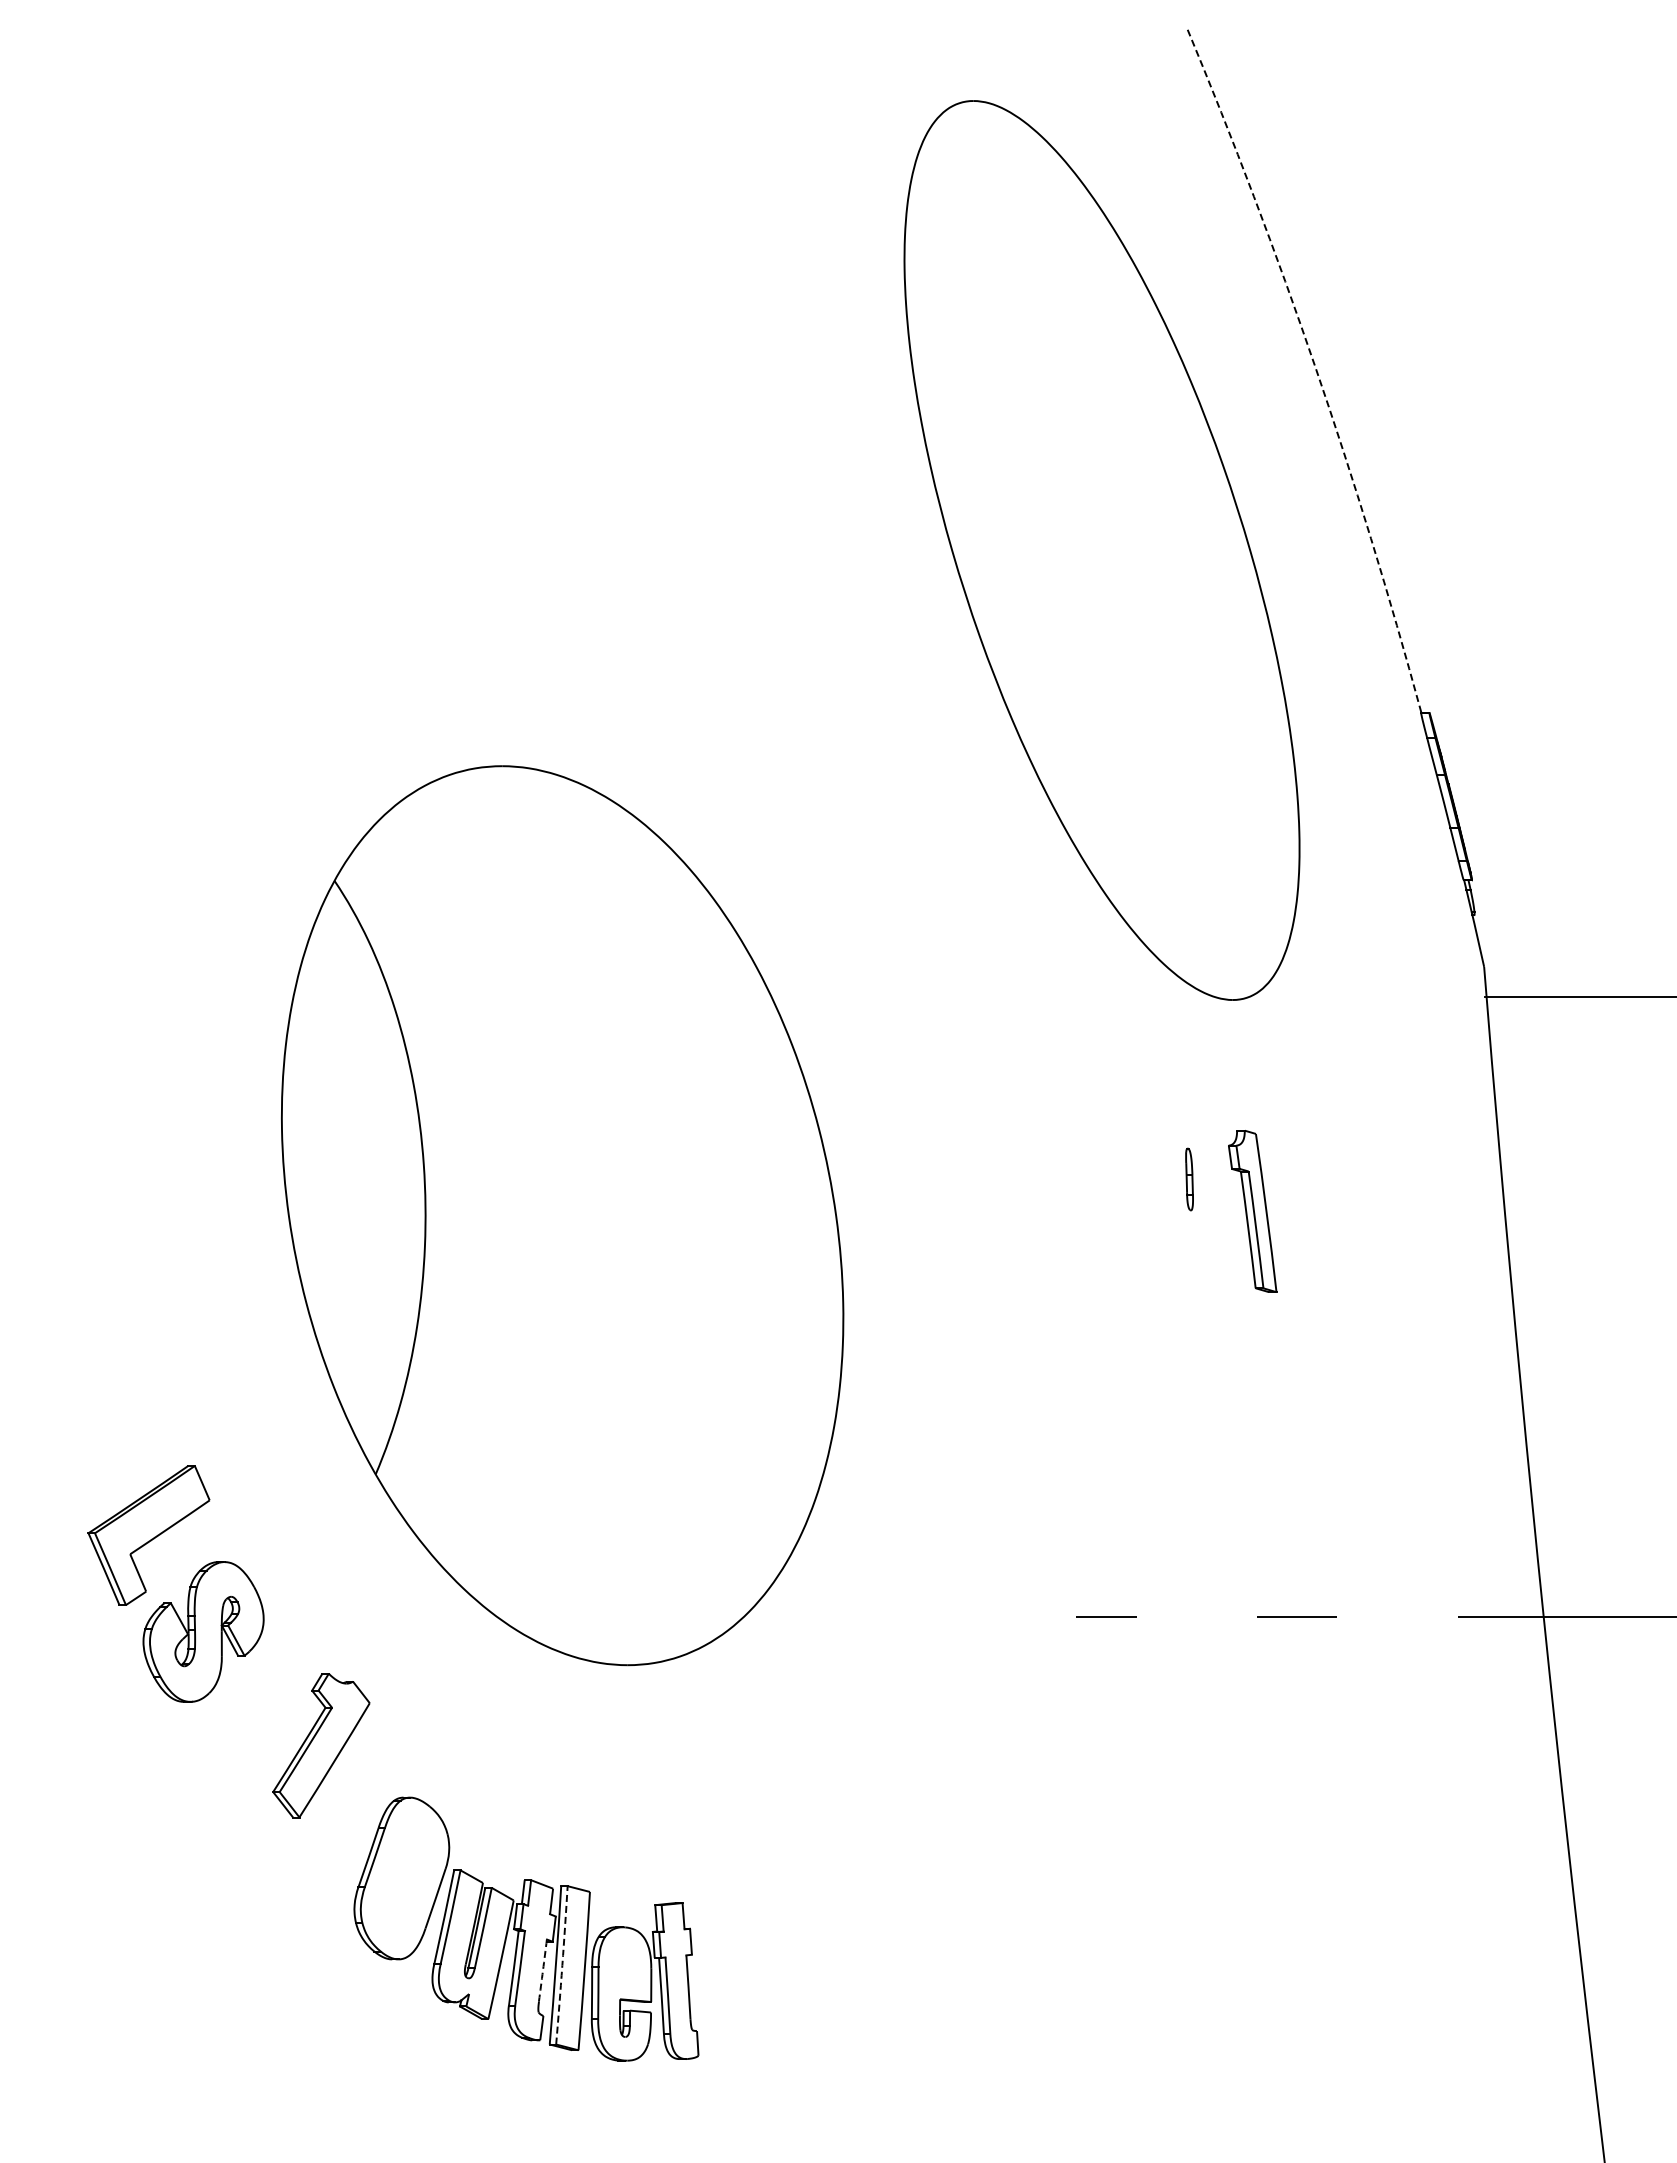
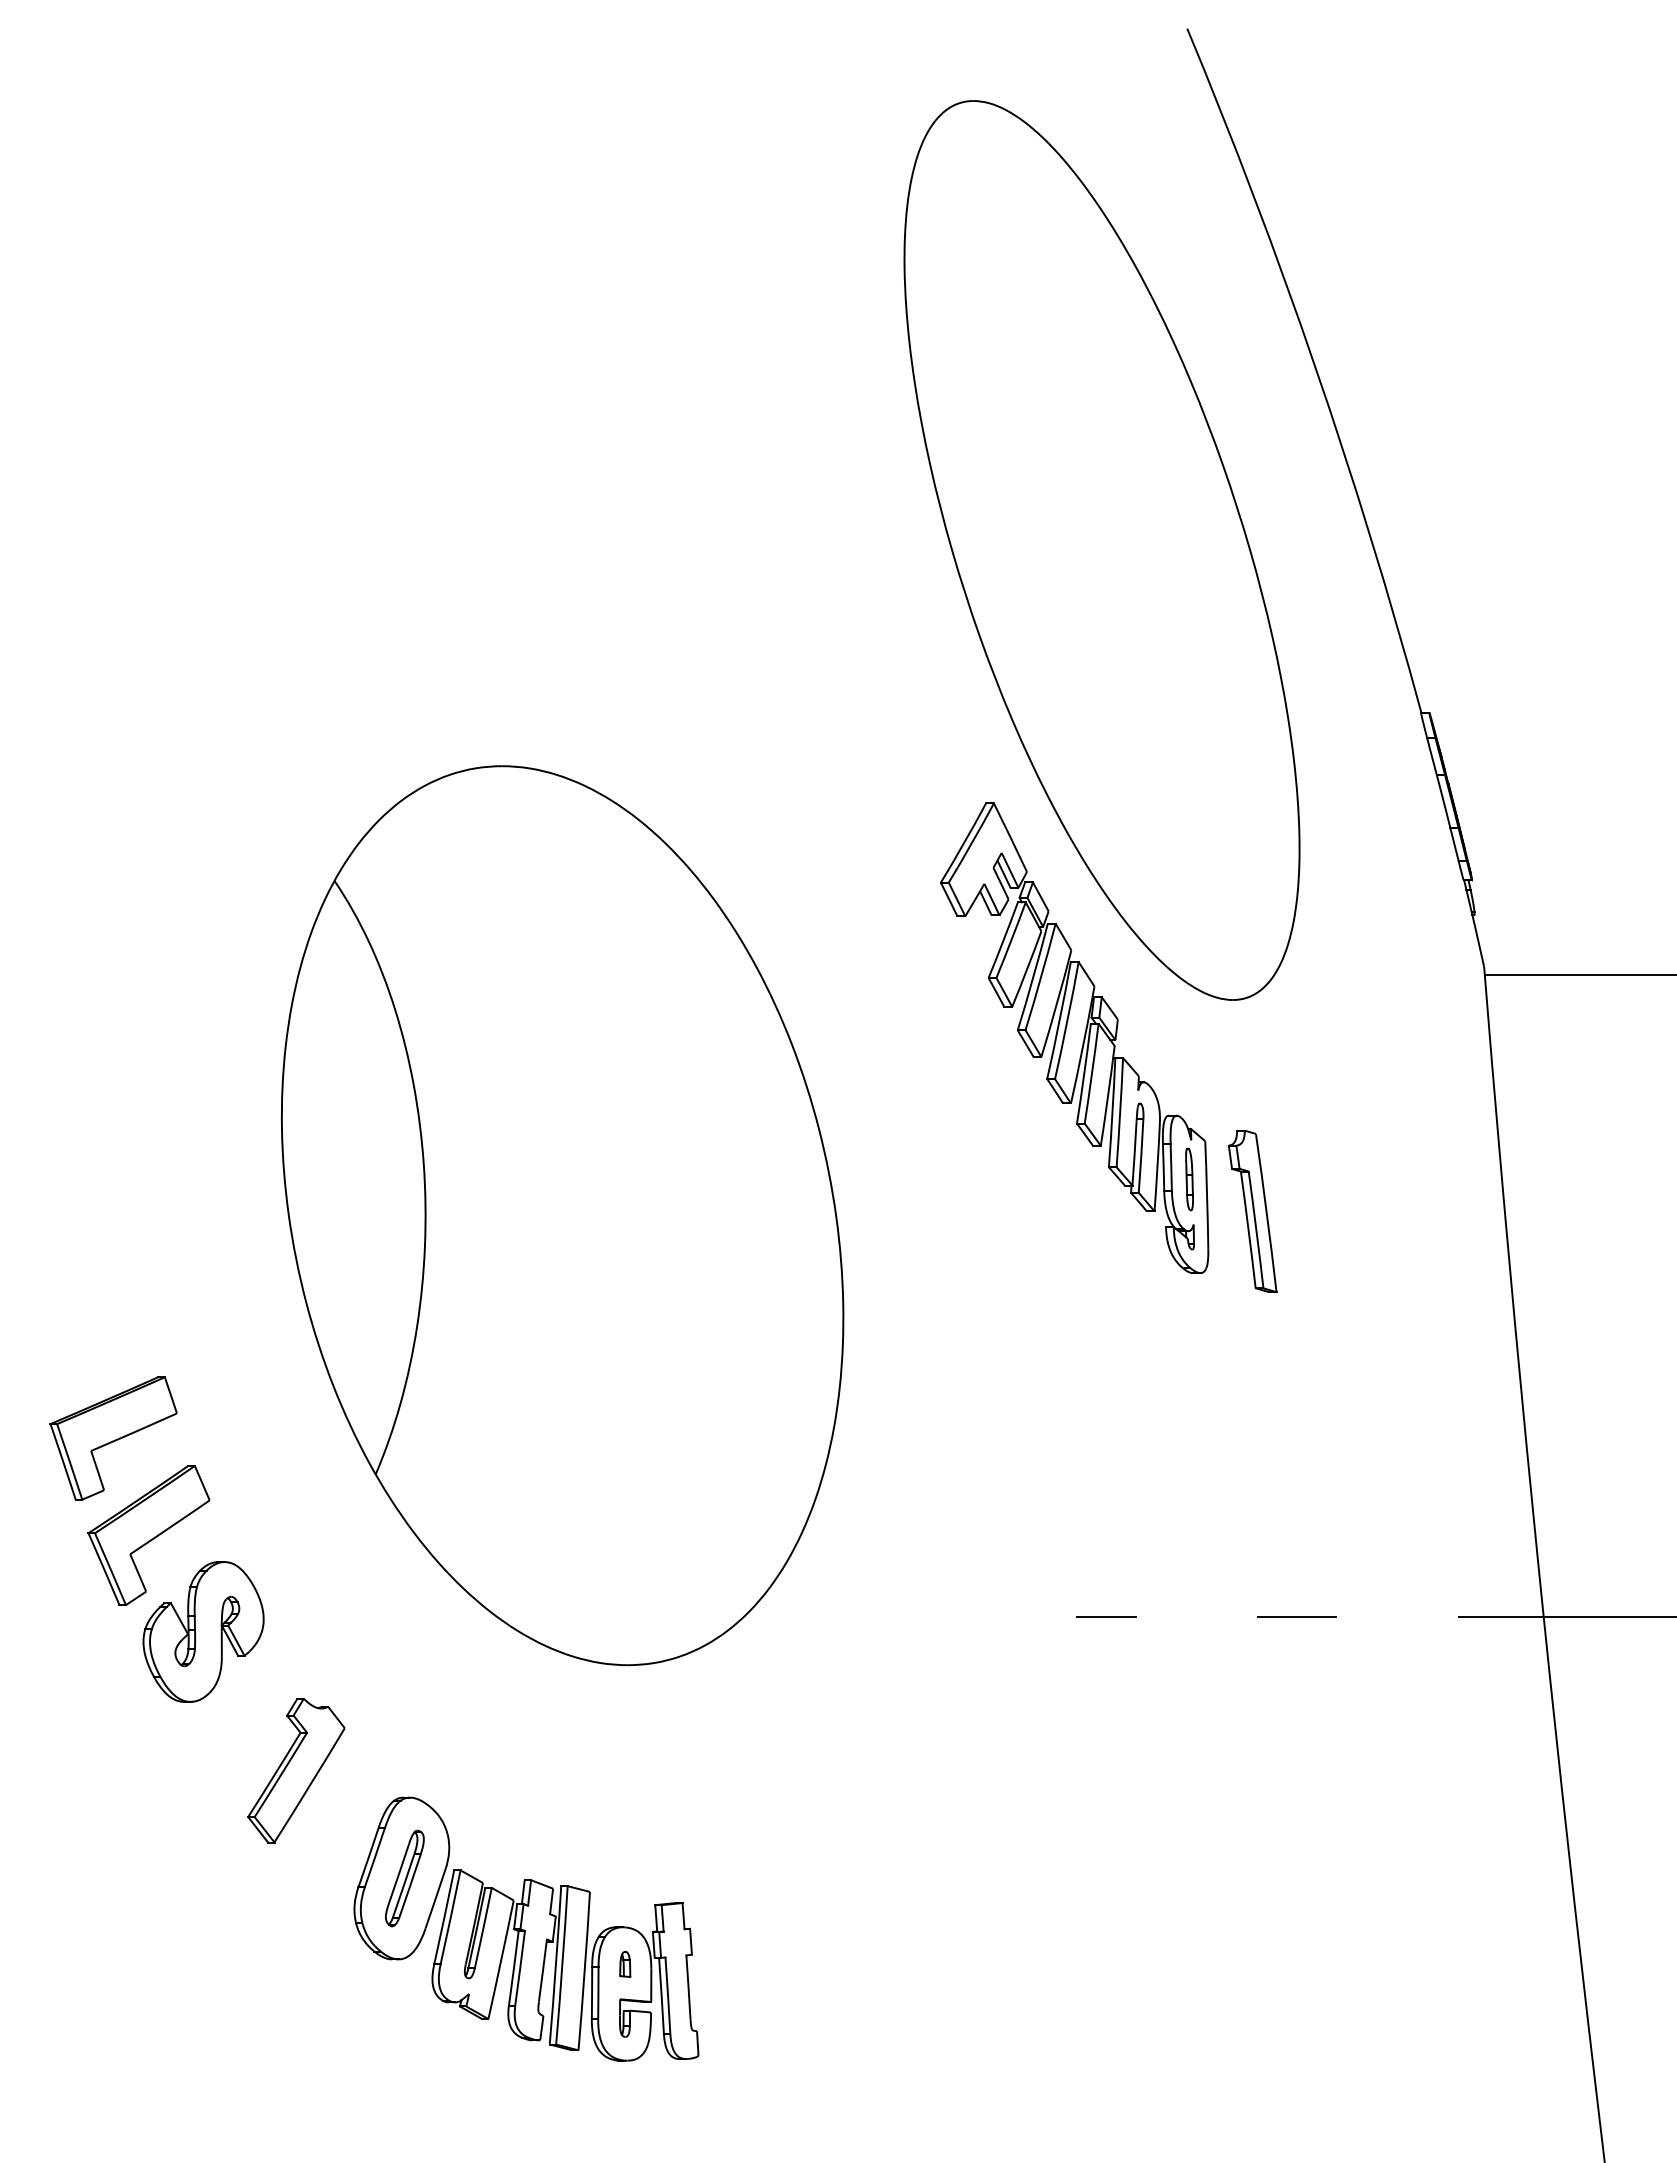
arc at (1315, 366): dashed -> solid
line at (1578, 996) position: (1578, 996) -> (1578, 974)
part at (1074, 1037): none -> present
part at (113, 1438): none -> present
part at (321, 1745) position: (321, 1745) -> (296, 1770)
part at (404, 1878): none -> present
part at (625, 1964): none -> present
arc at (562, 1965): dashed -> solid
arc at (543, 1970): dashed -> solid
